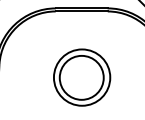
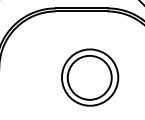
part at (82, 77) position: (82, 77) -> (90, 77)
